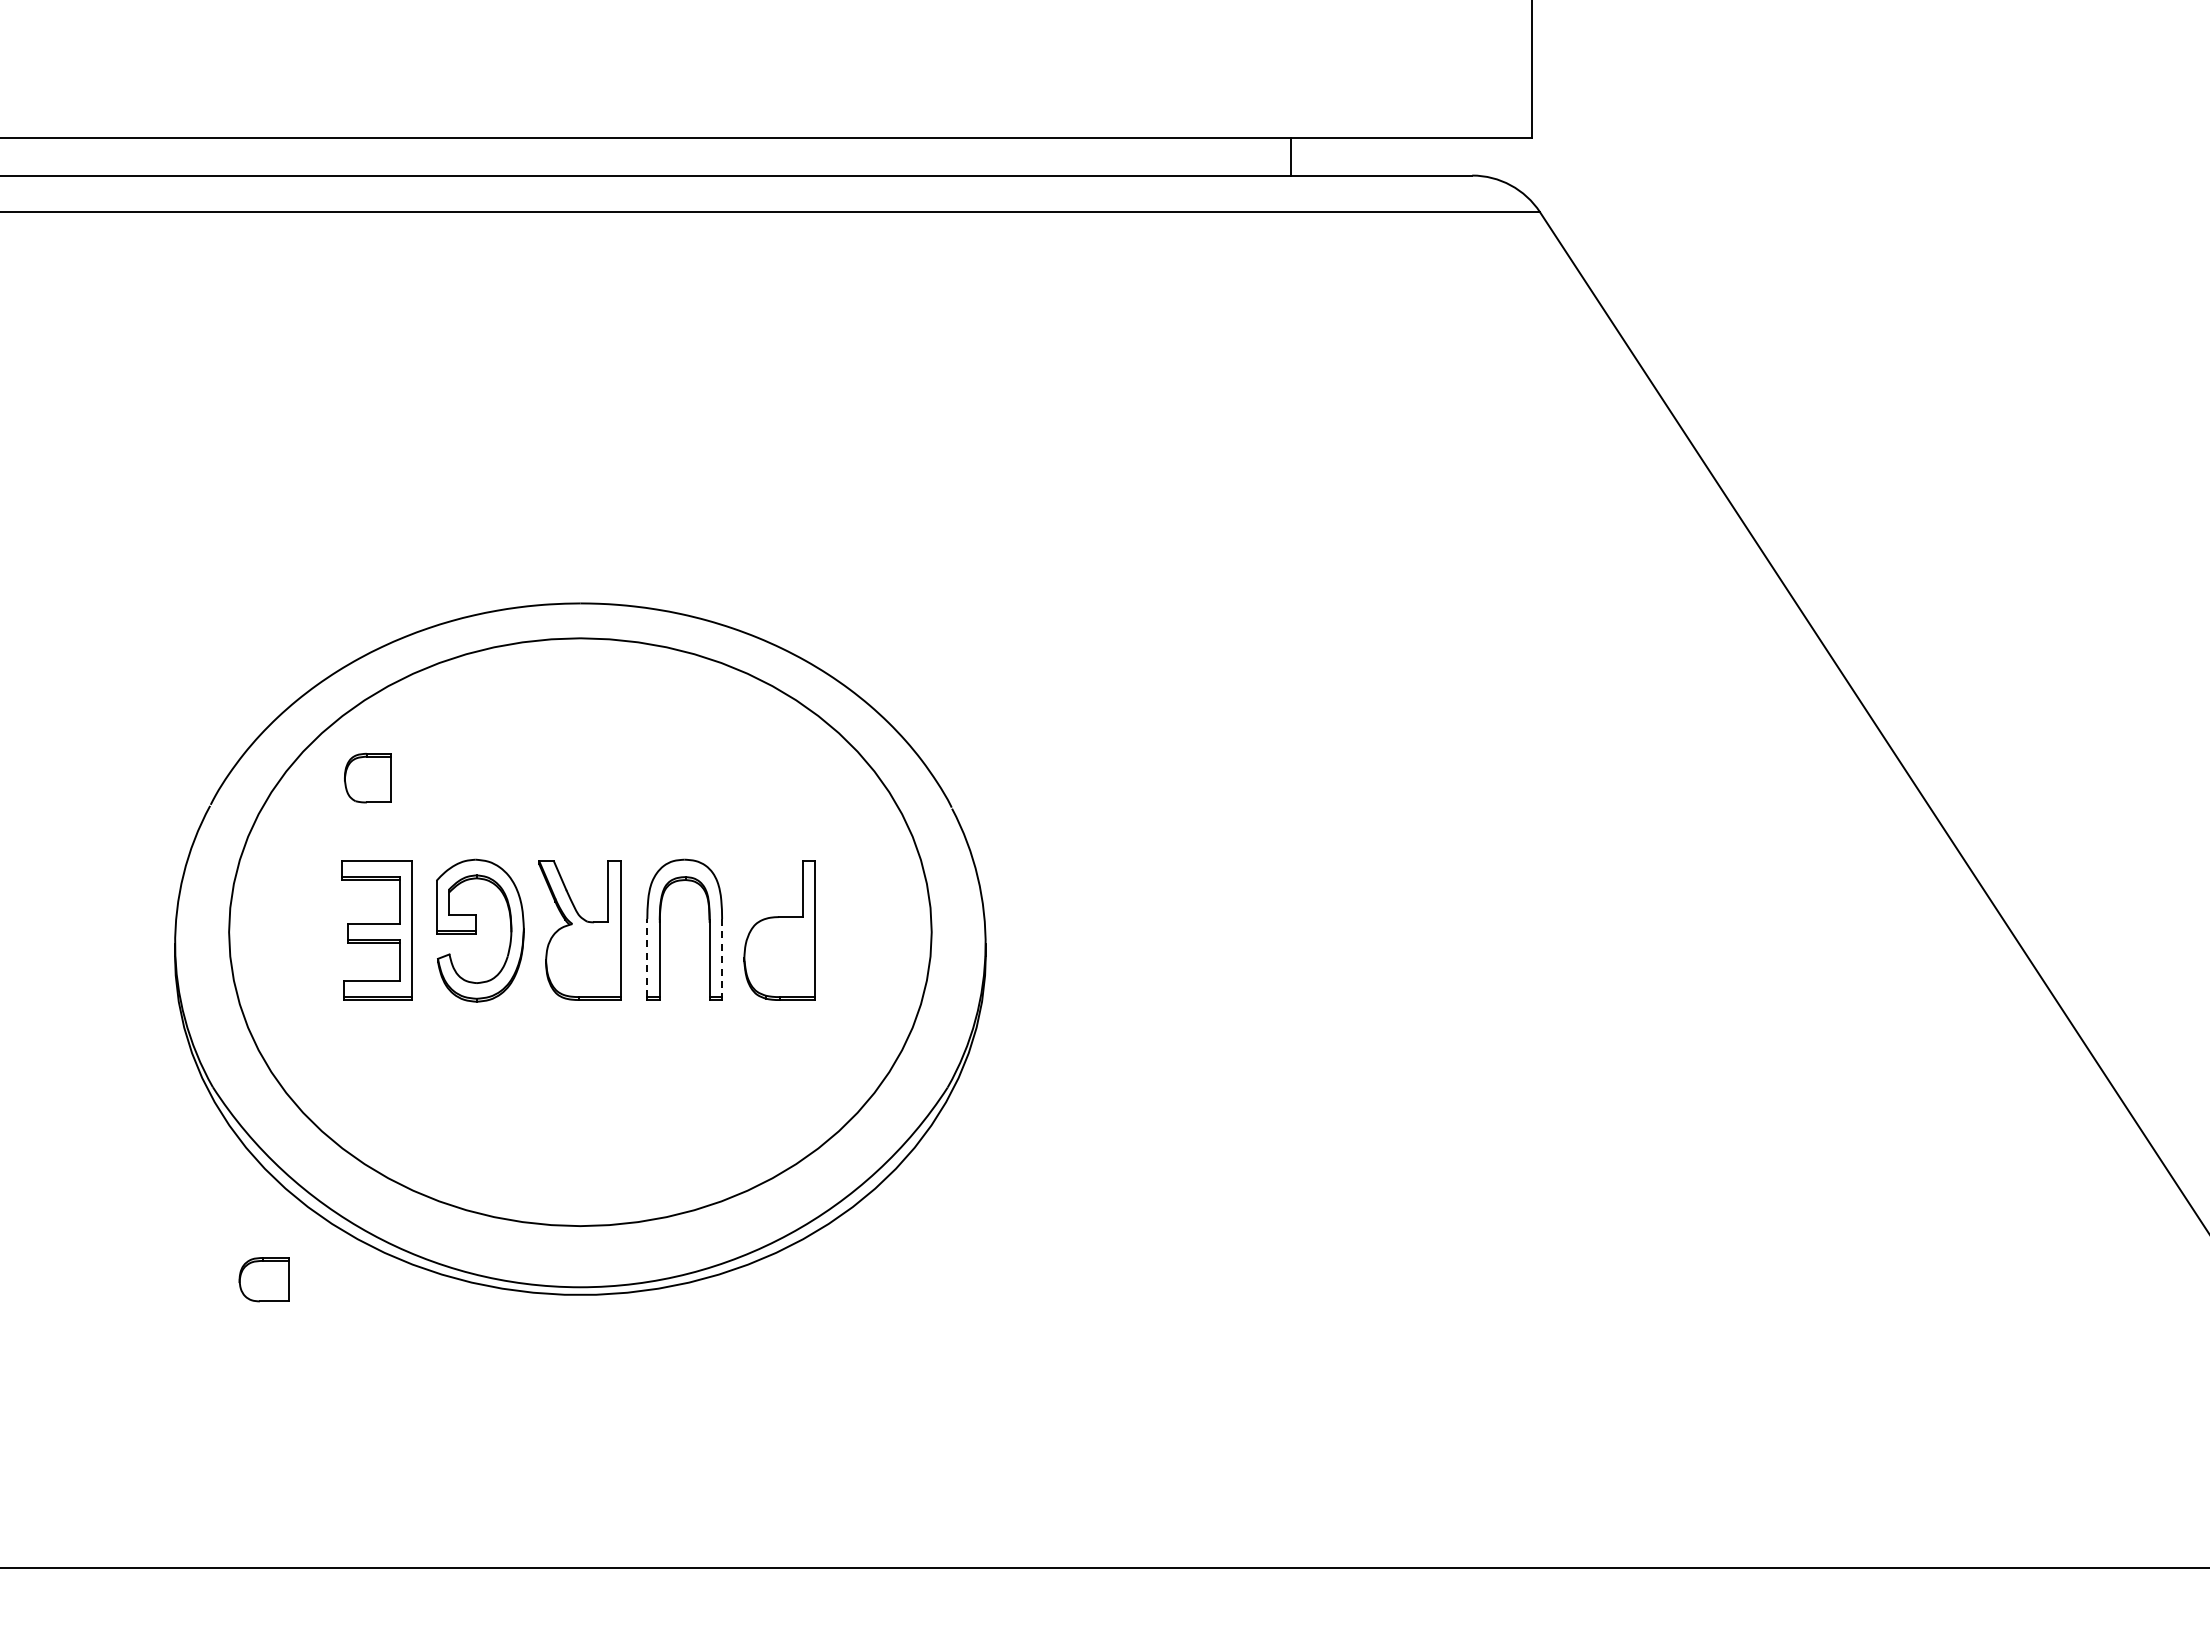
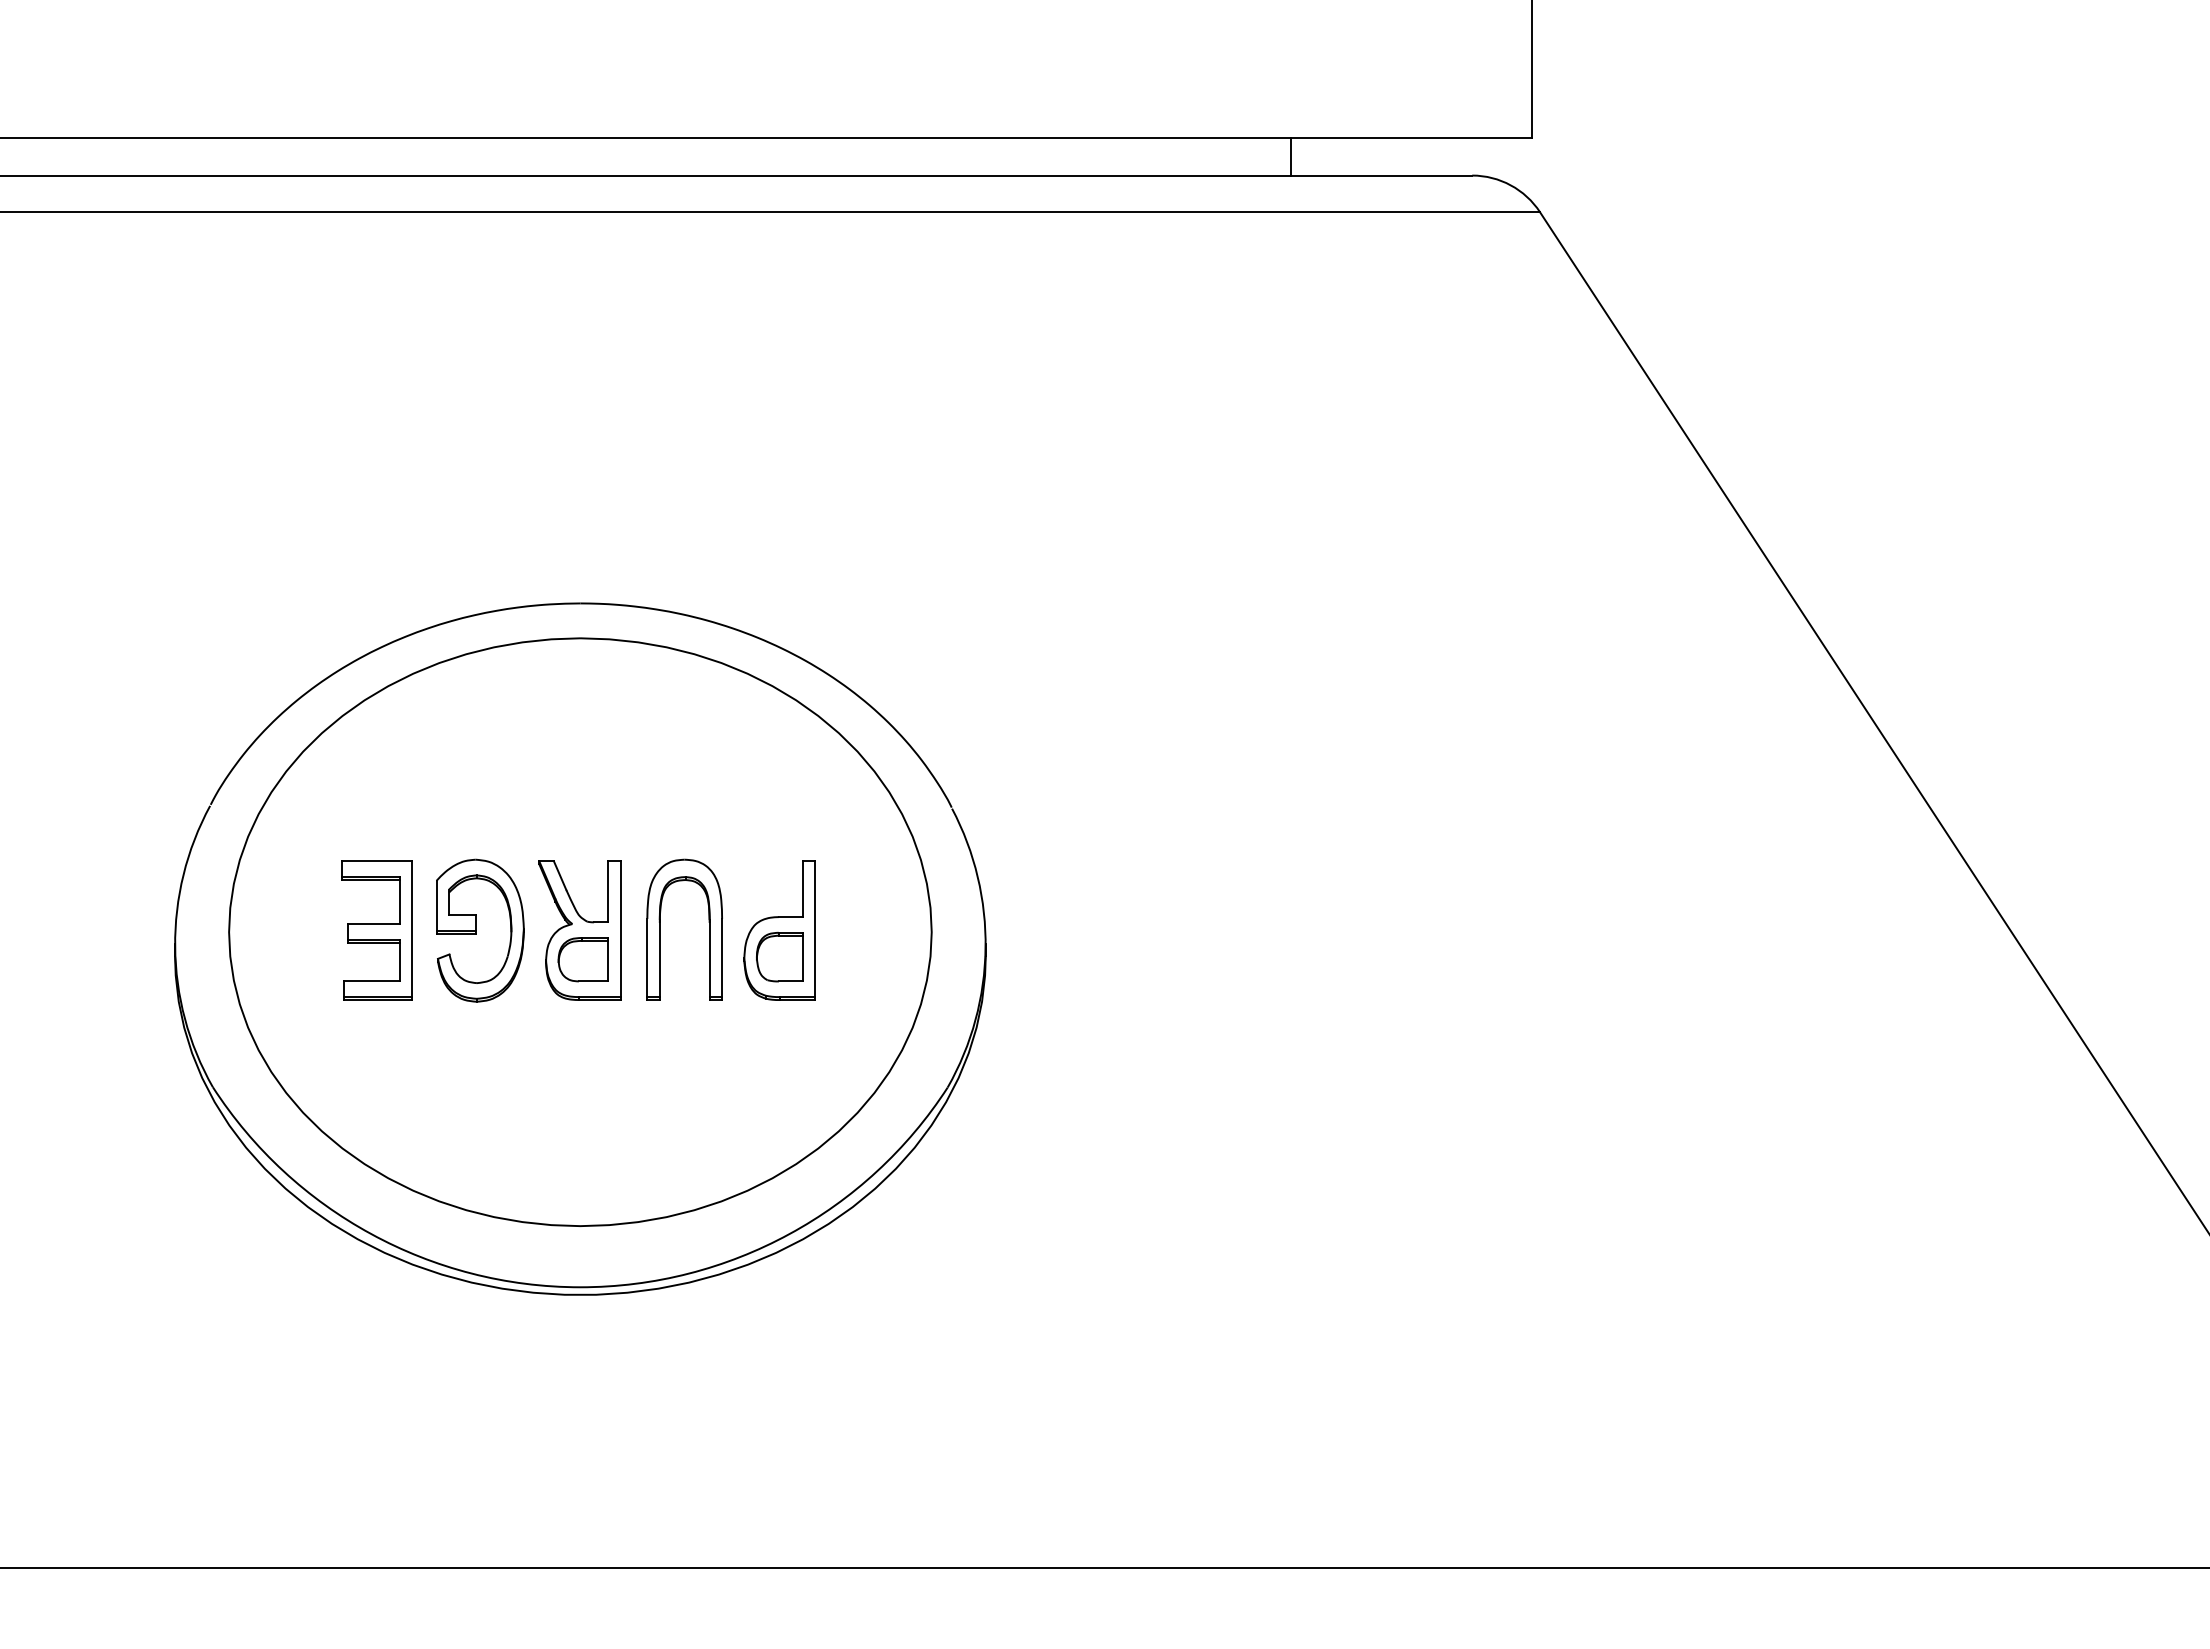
part at (367, 777) position: (367, 777) -> (779, 956)
line at (647, 957): dashed -> solid
line at (722, 958): dashed -> solid
part at (263, 1279) position: (263, 1279) -> (582, 959)
